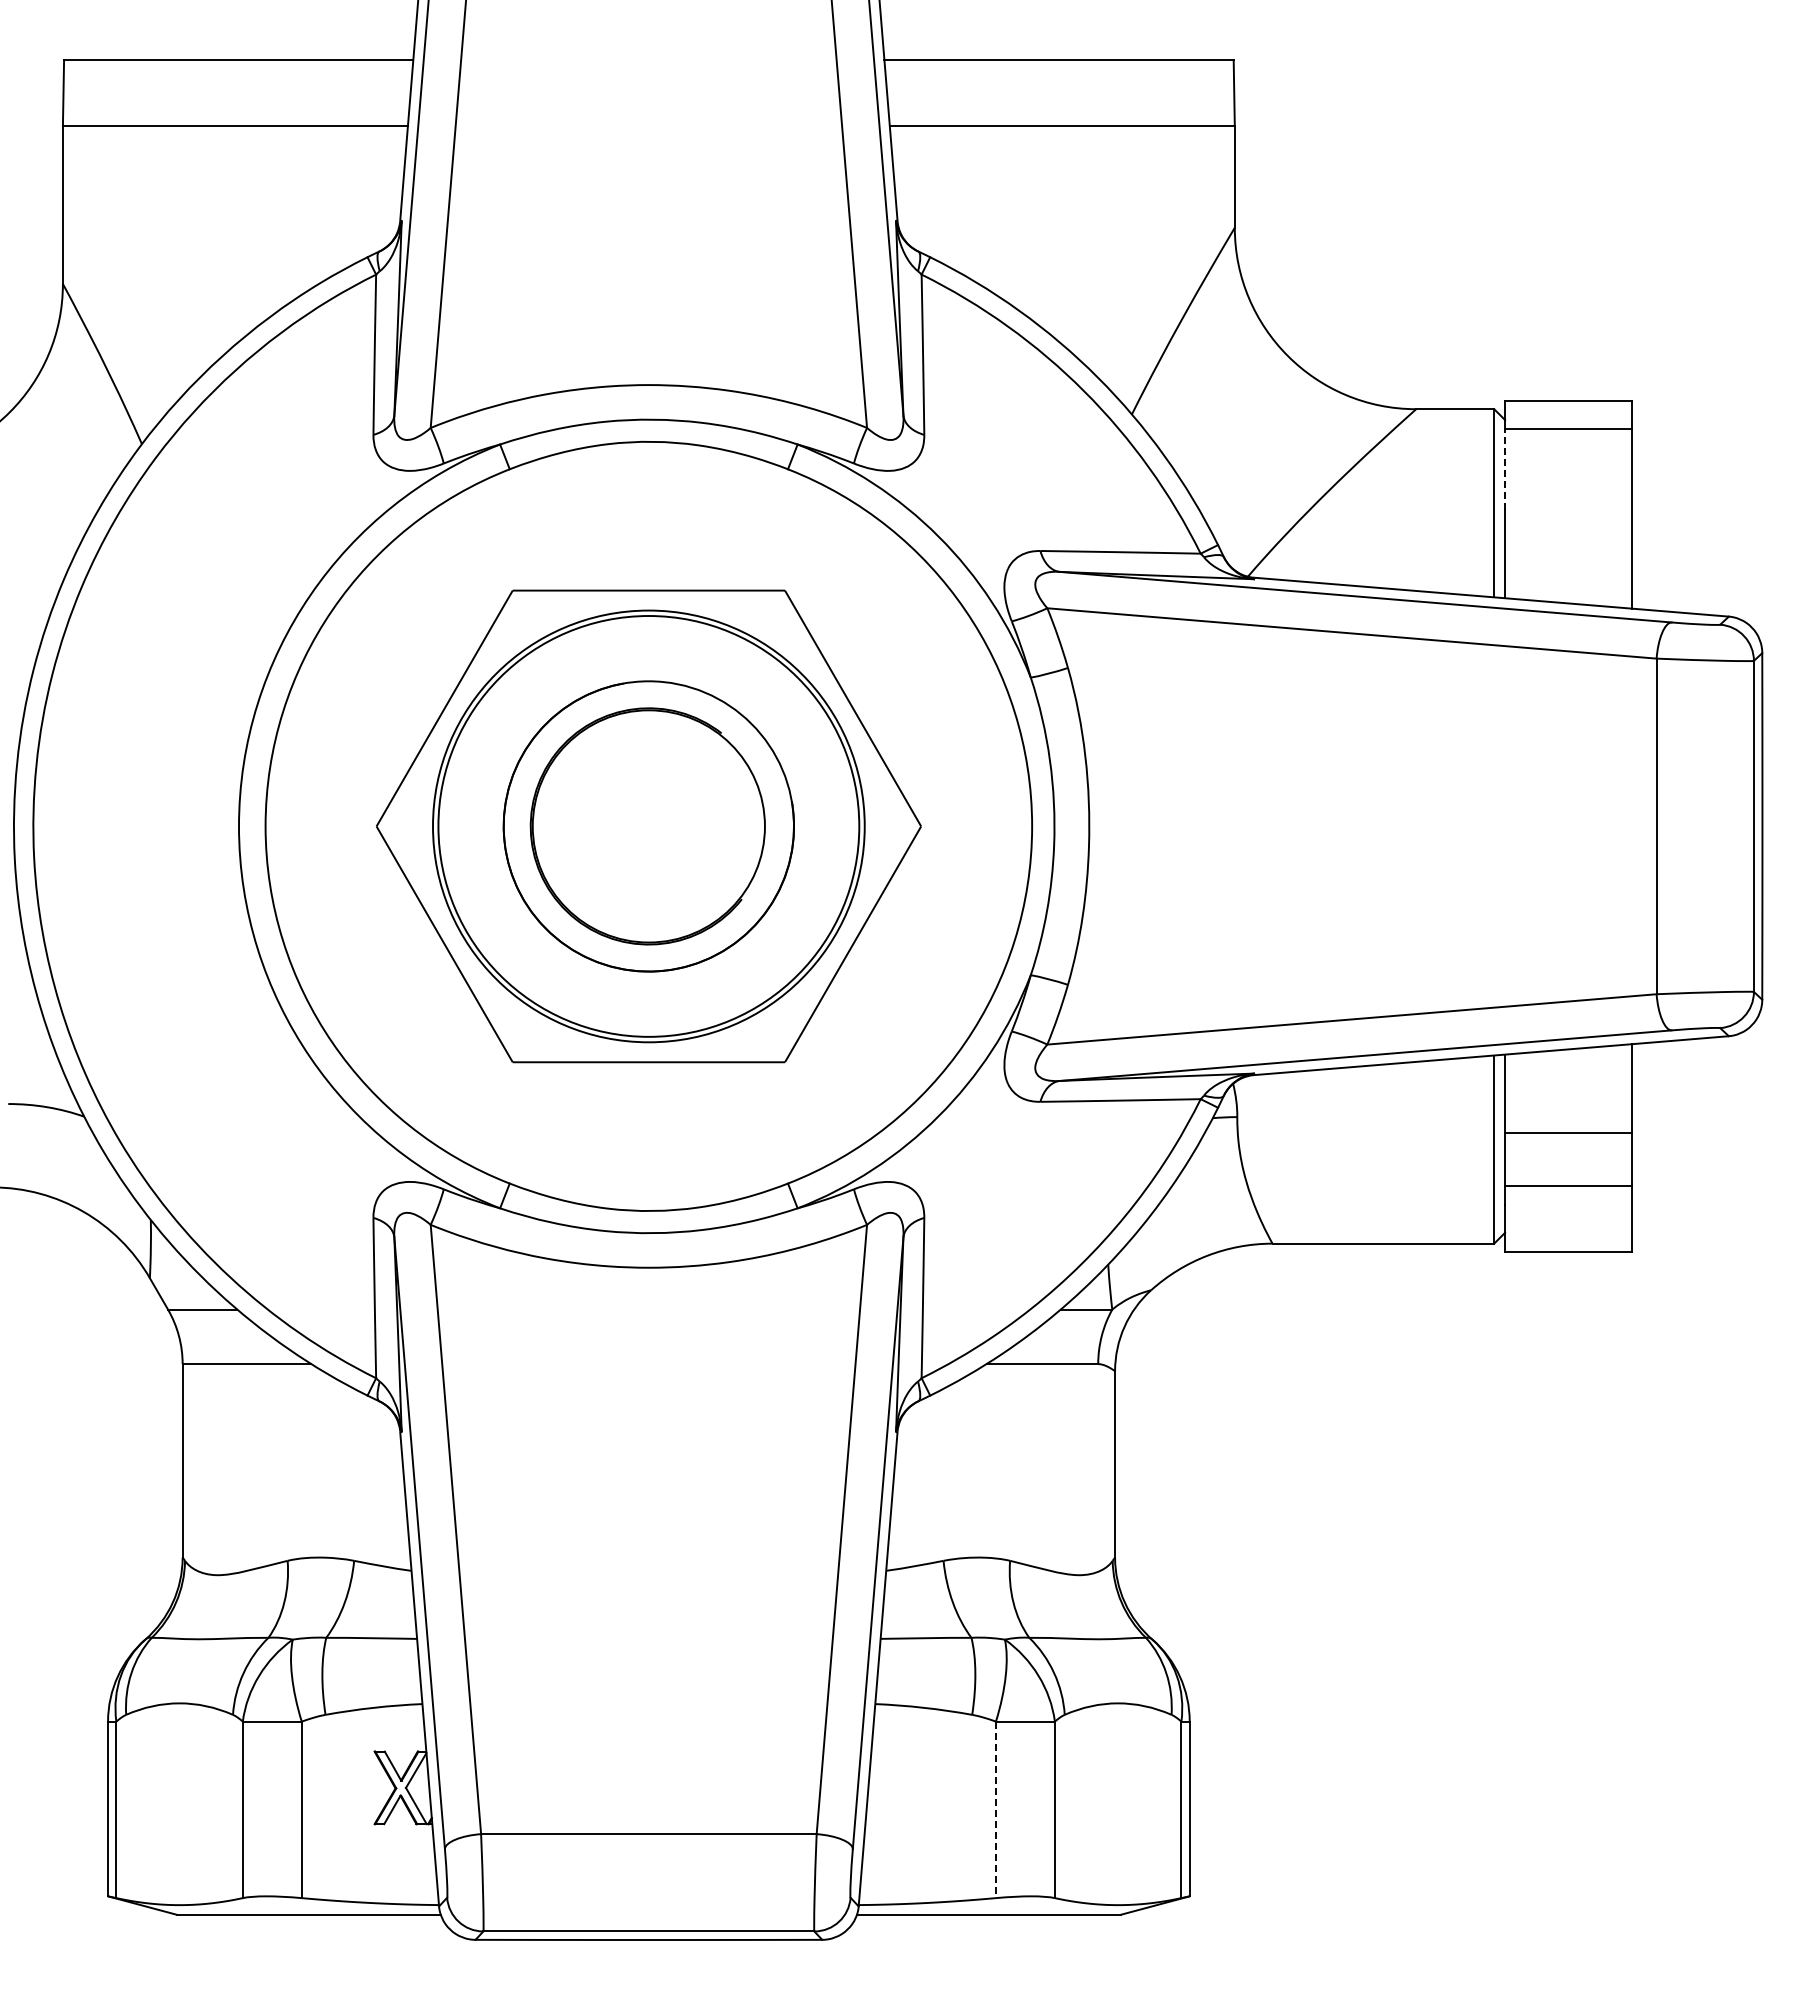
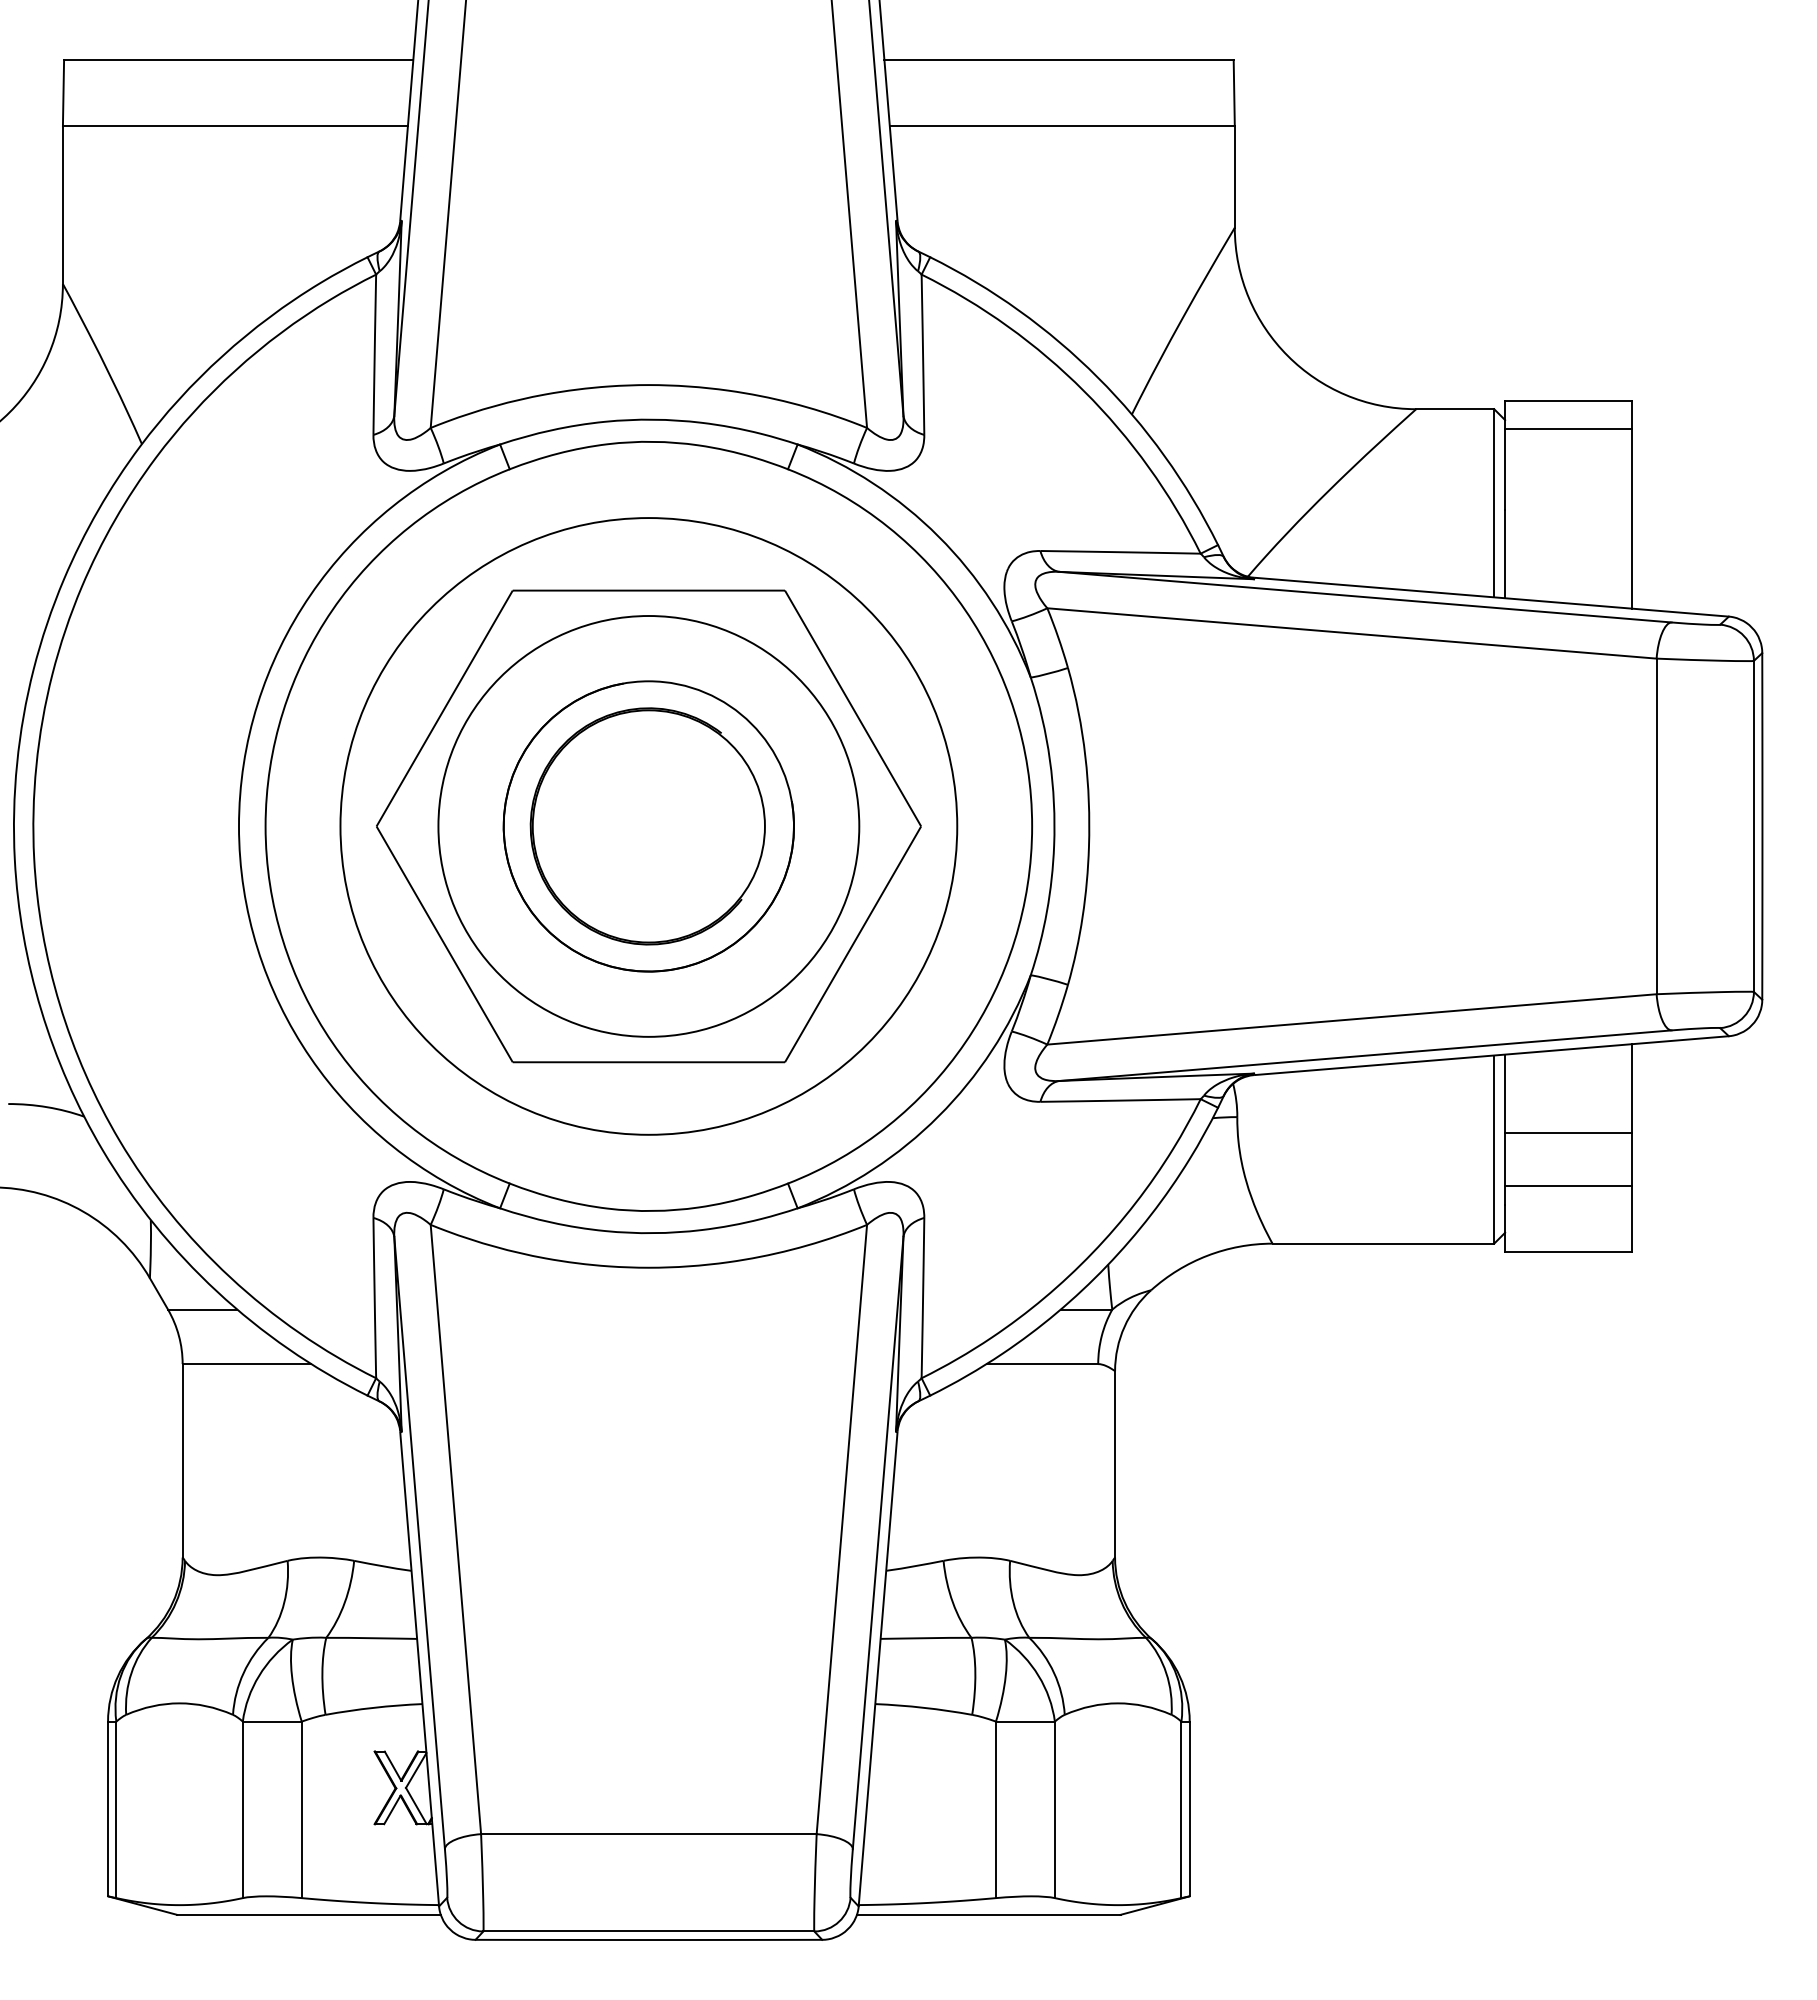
line at (1505, 469): dashed -> solid
circle at (648, 826) diameter: 432 px -> 617 px
line at (996, 1810): dashed -> solid
